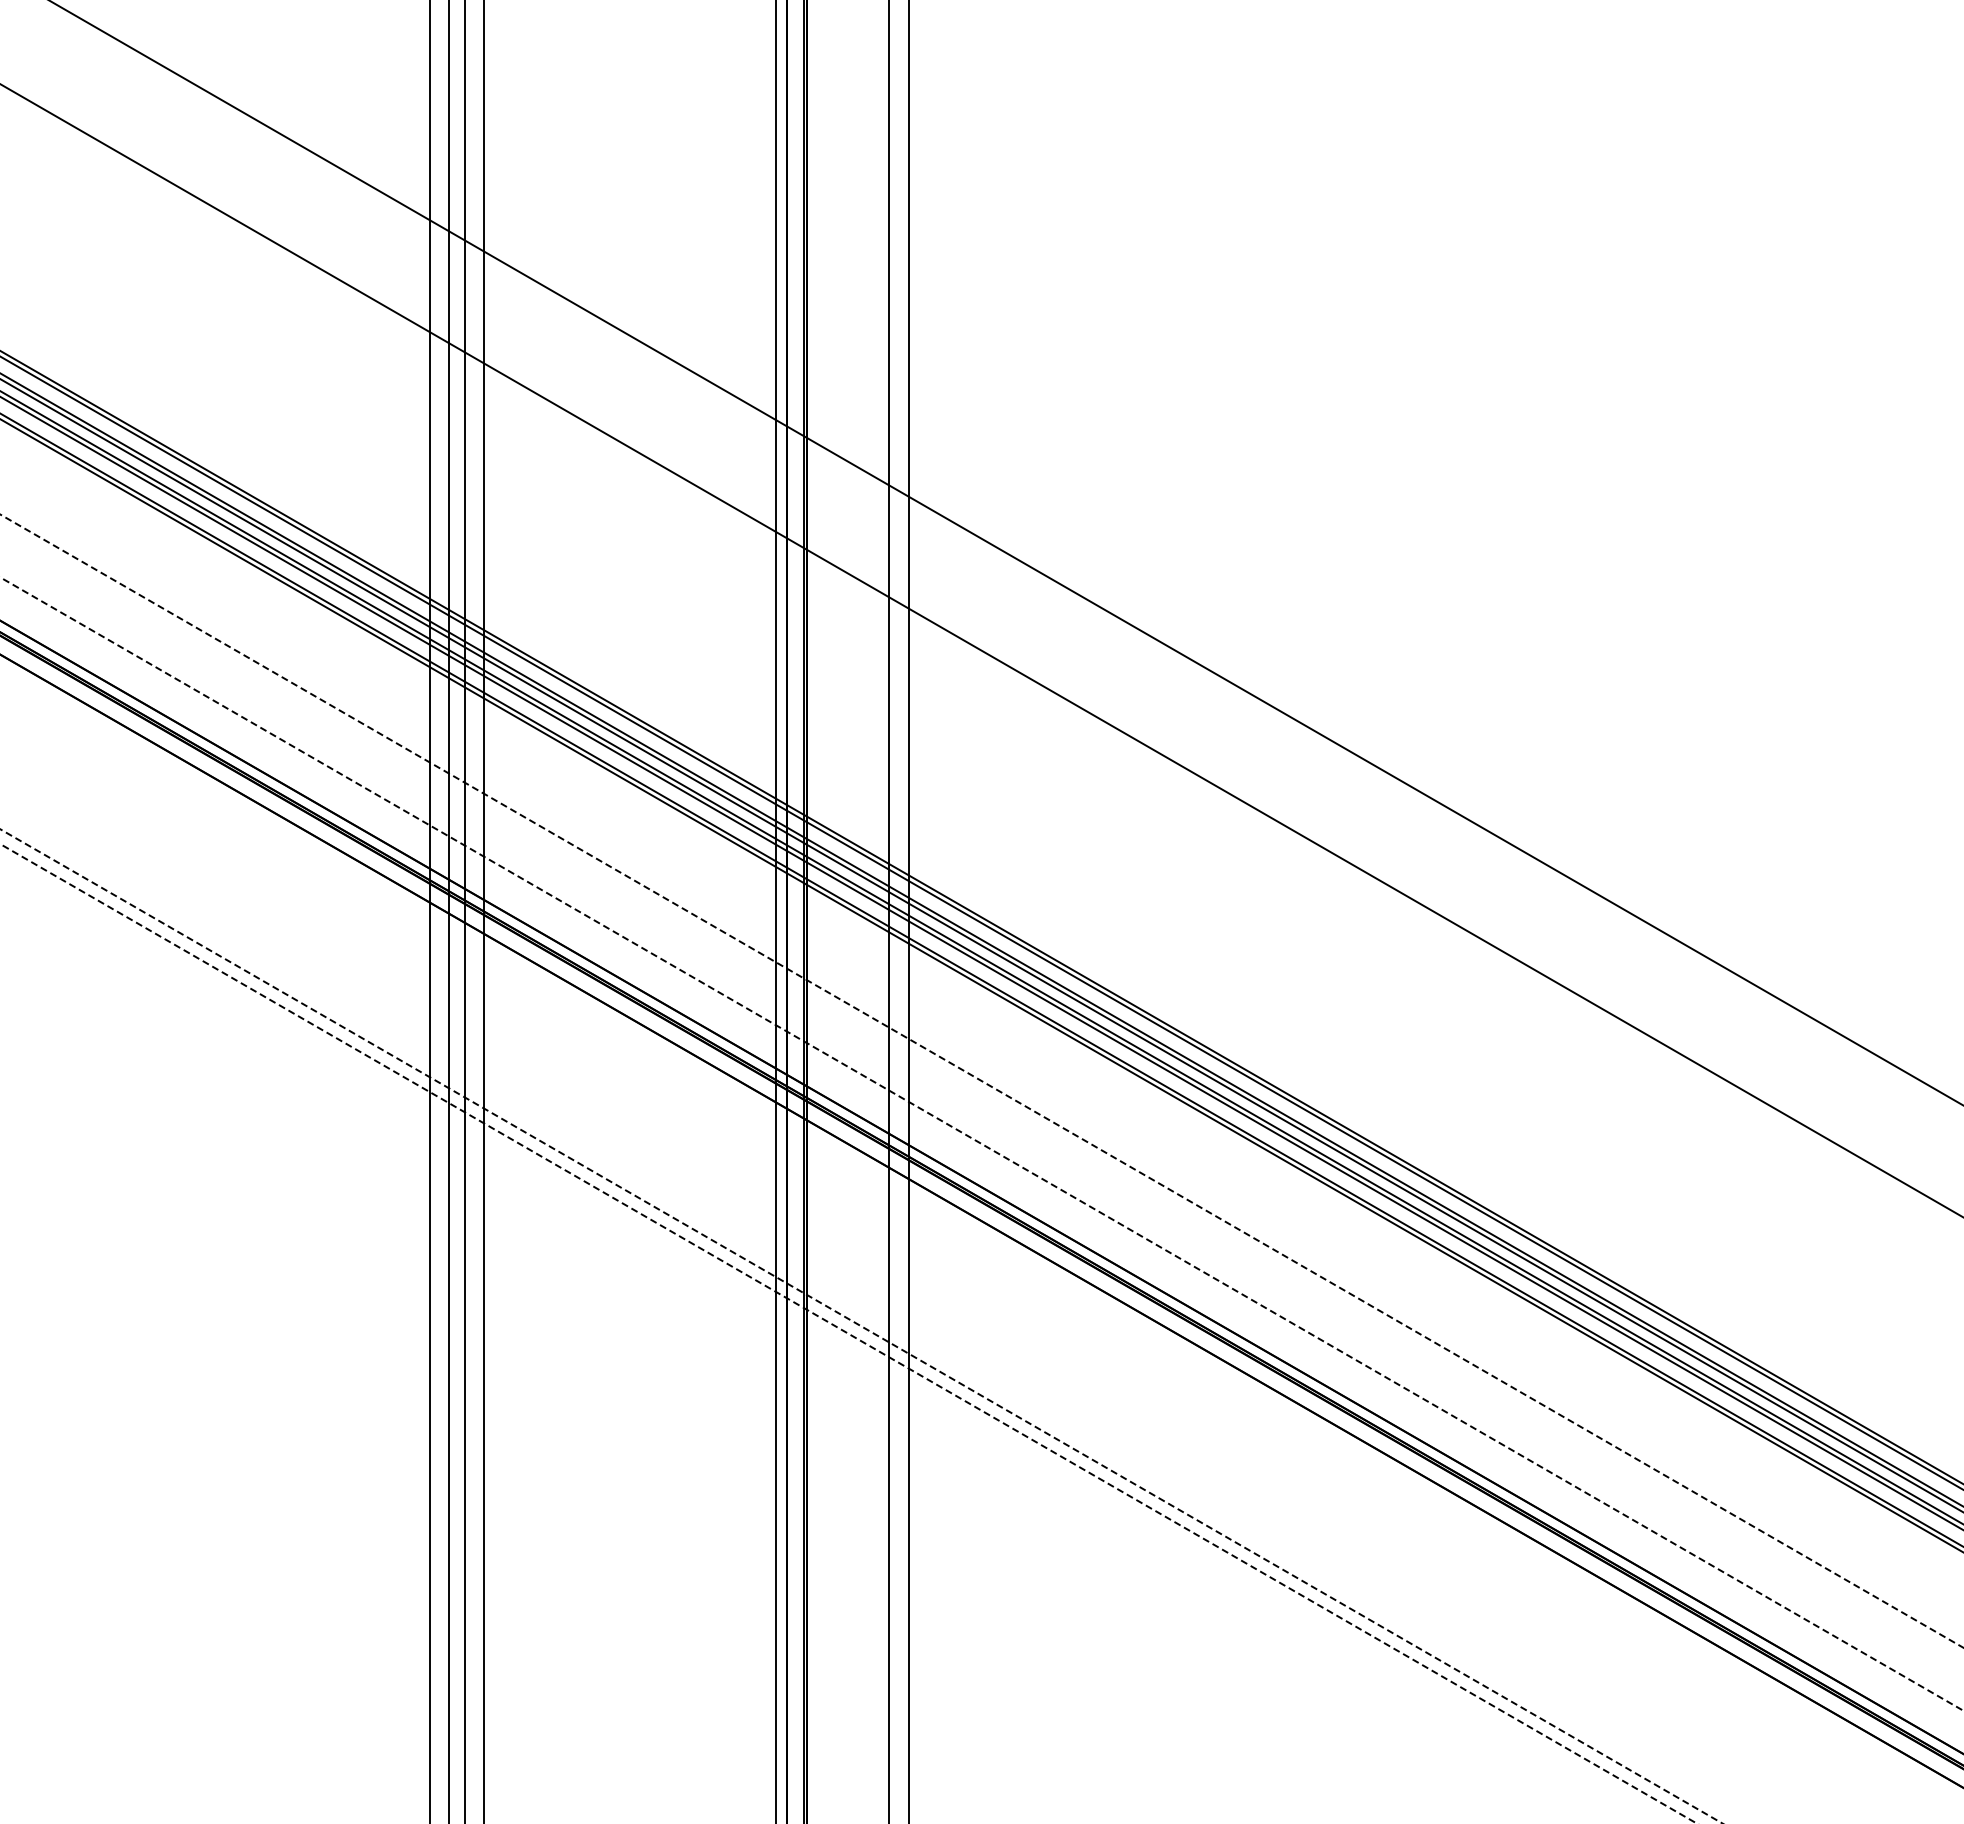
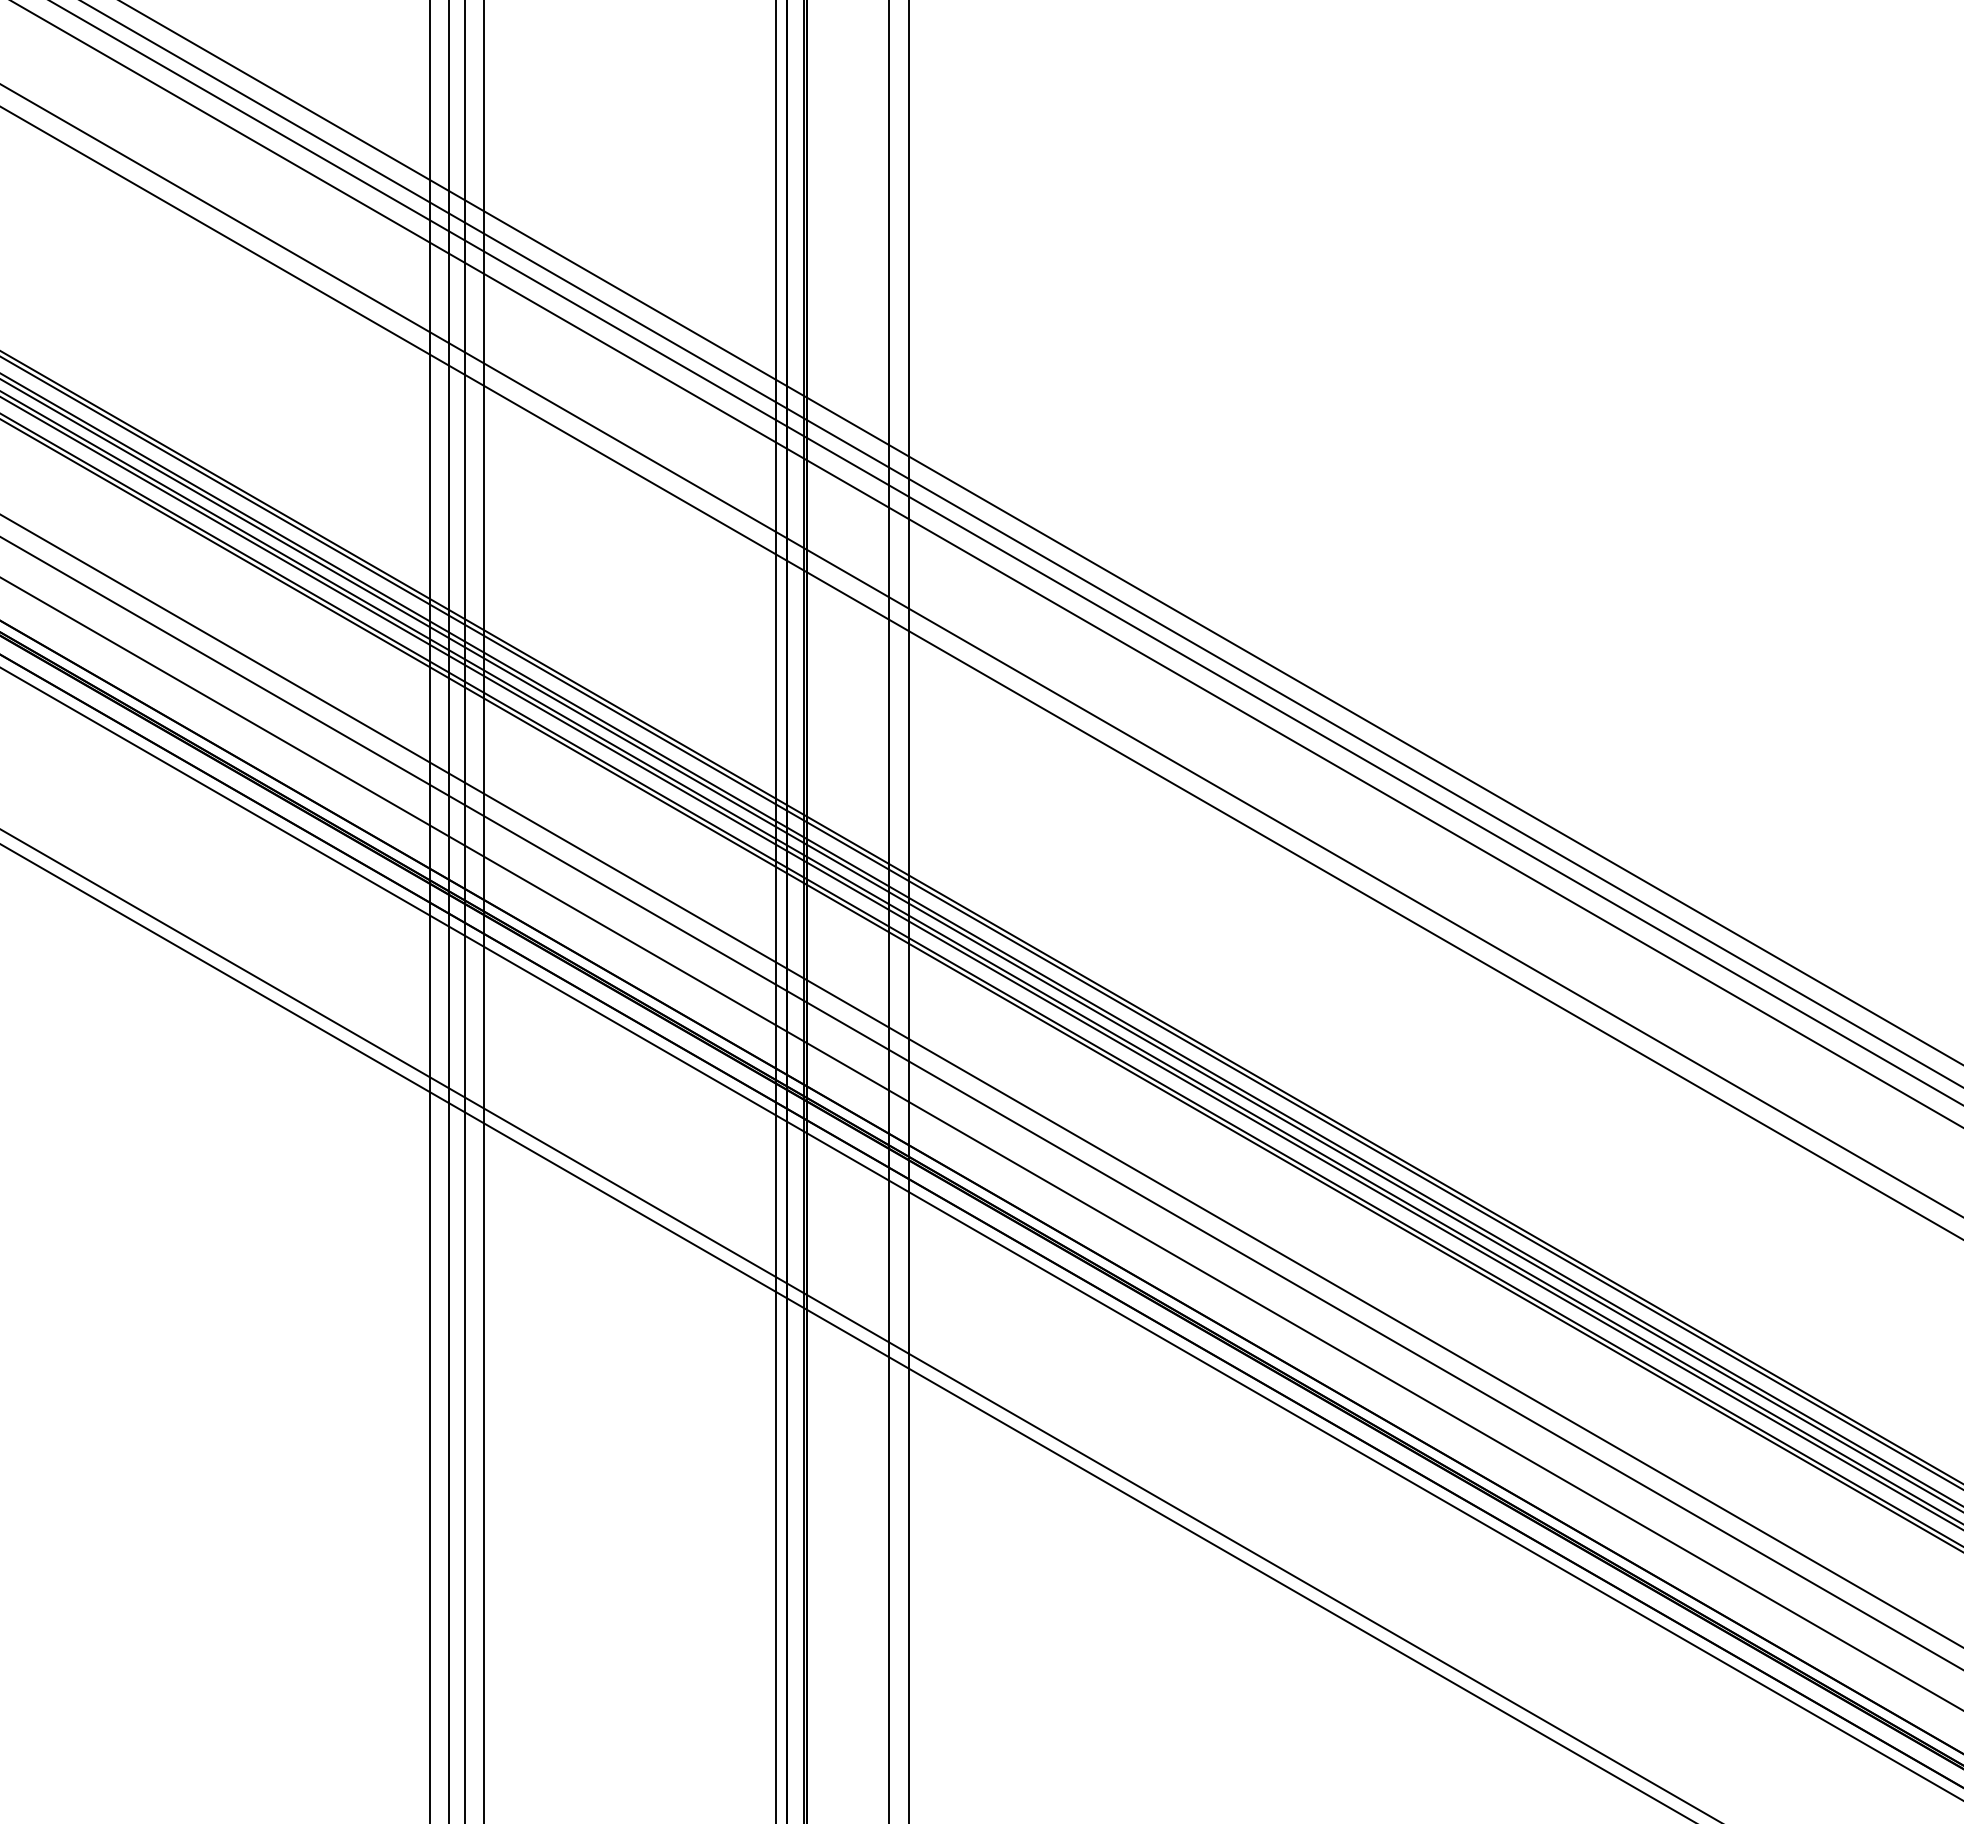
line at (1040, 532): none -> present
line at (1021, 544): none -> present
line at (986, 564): none -> present
line at (981, 672): none -> present
line at (981, 1081): dashed -> solid
line at (981, 1102): none -> present
line at (981, 1144): dashed -> solid
line at (981, 1233): none -> present
line at (862, 1326): dashed -> solid
line at (848, 1333): dashed -> solid
